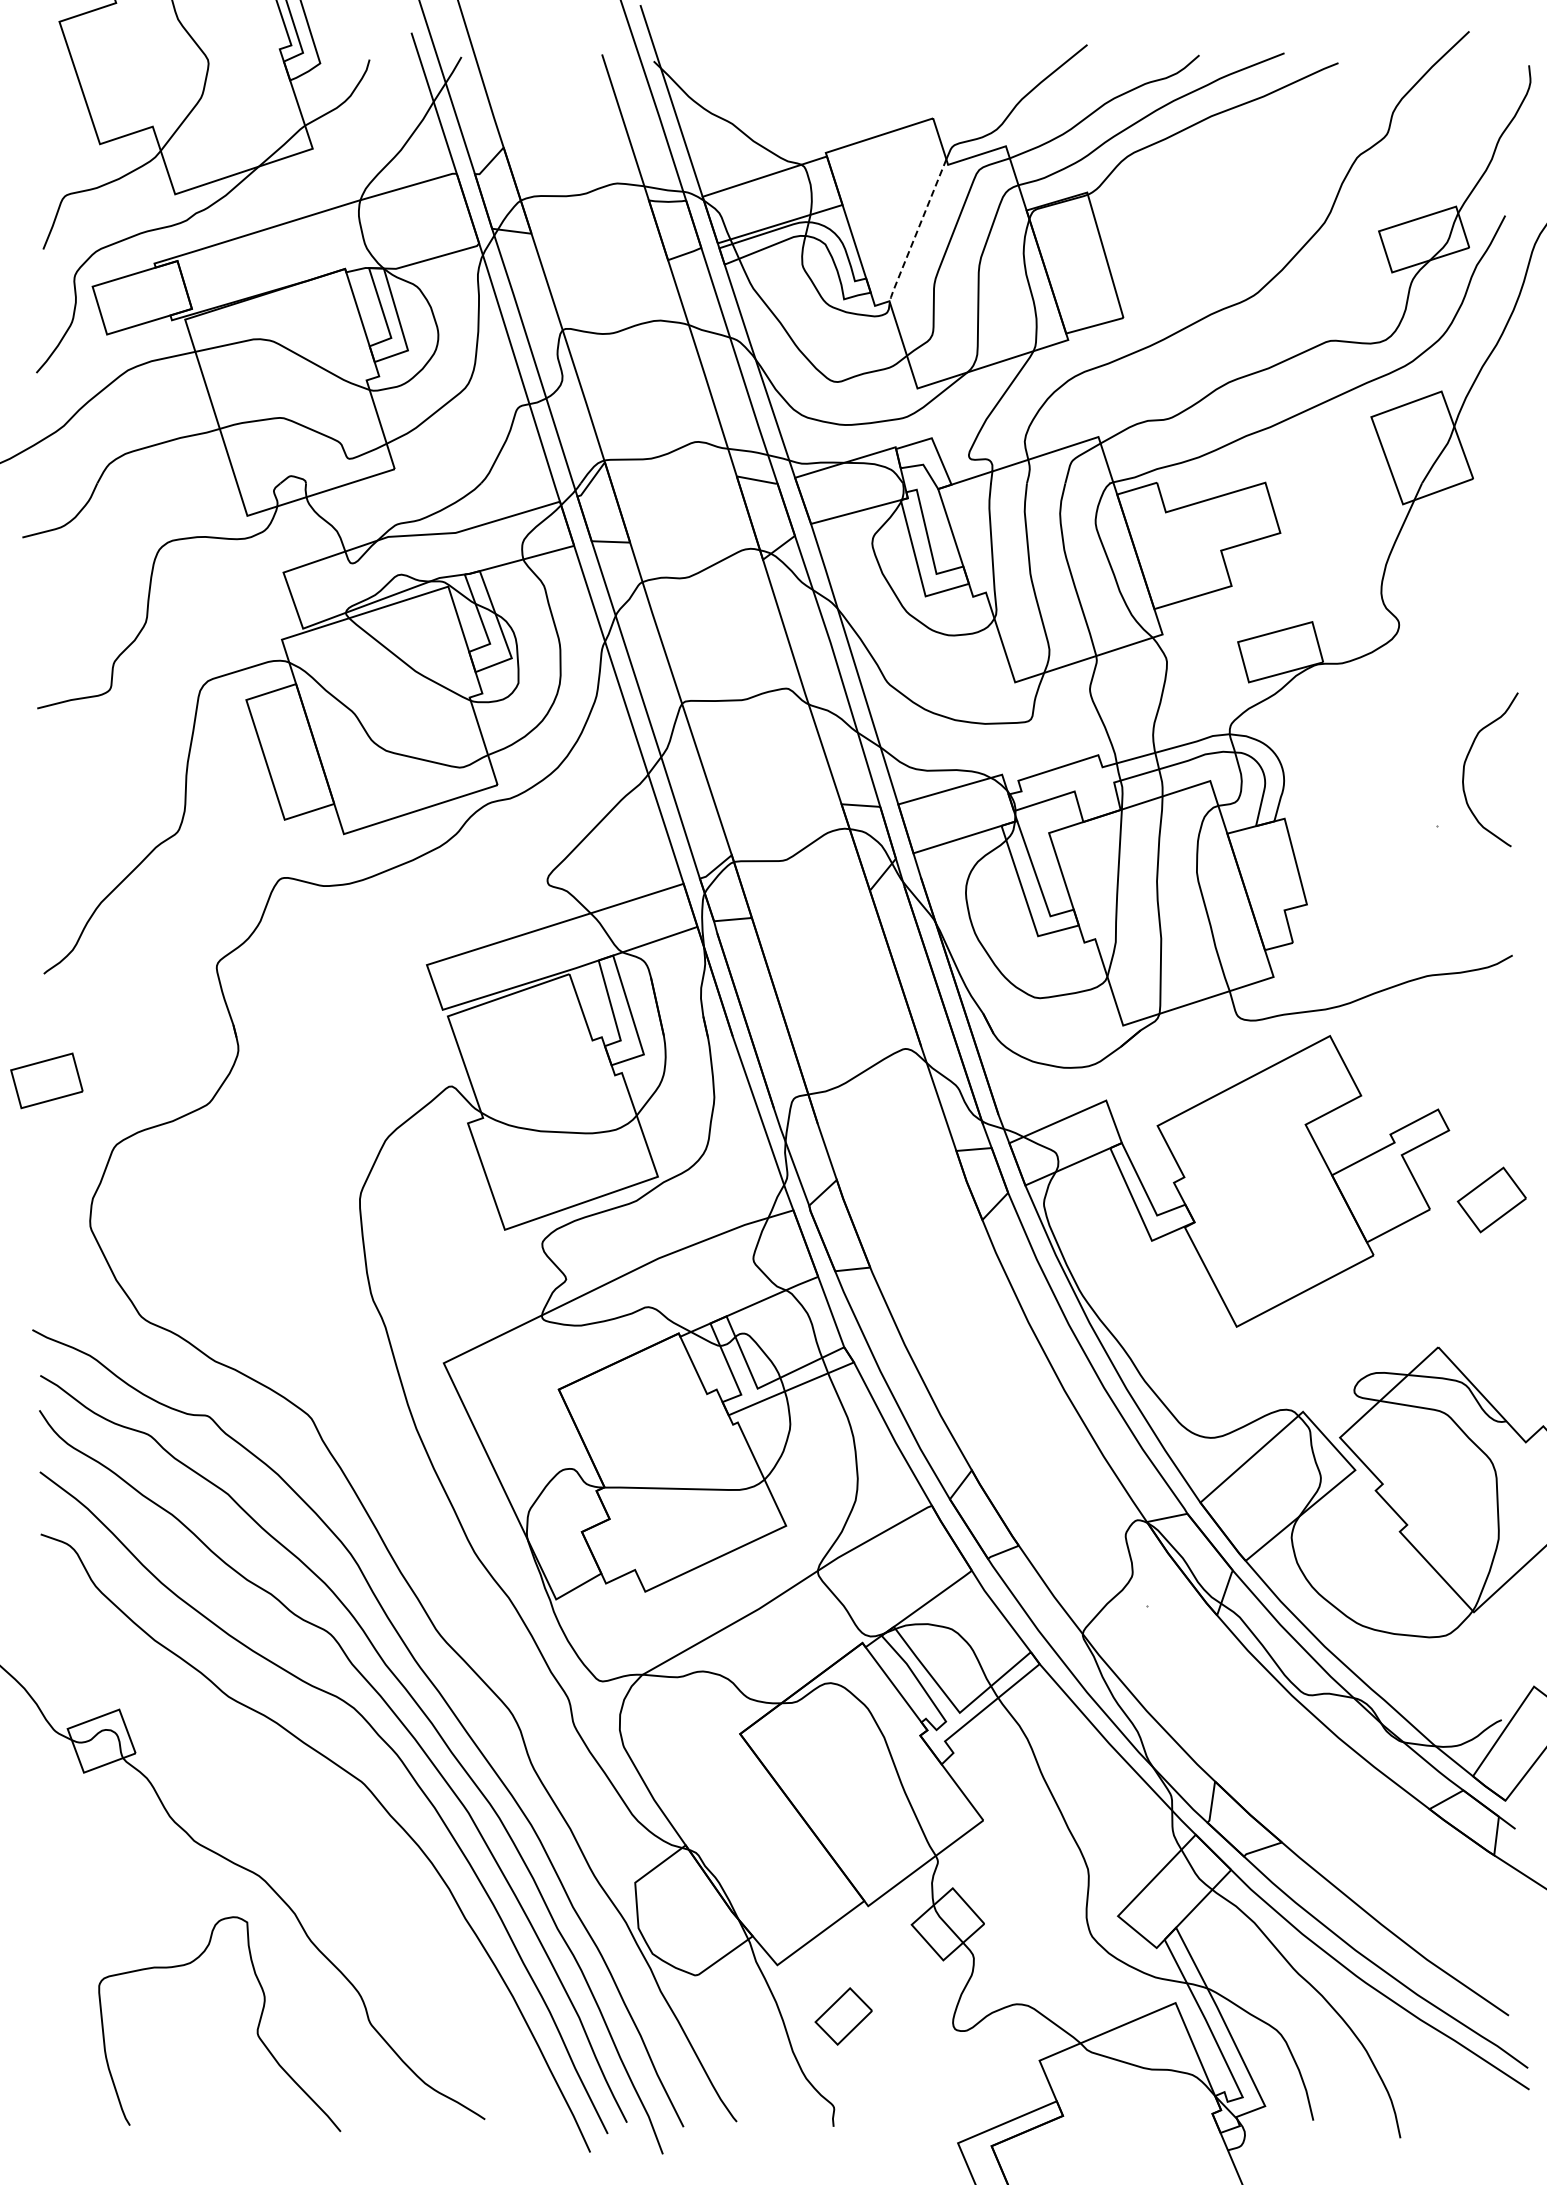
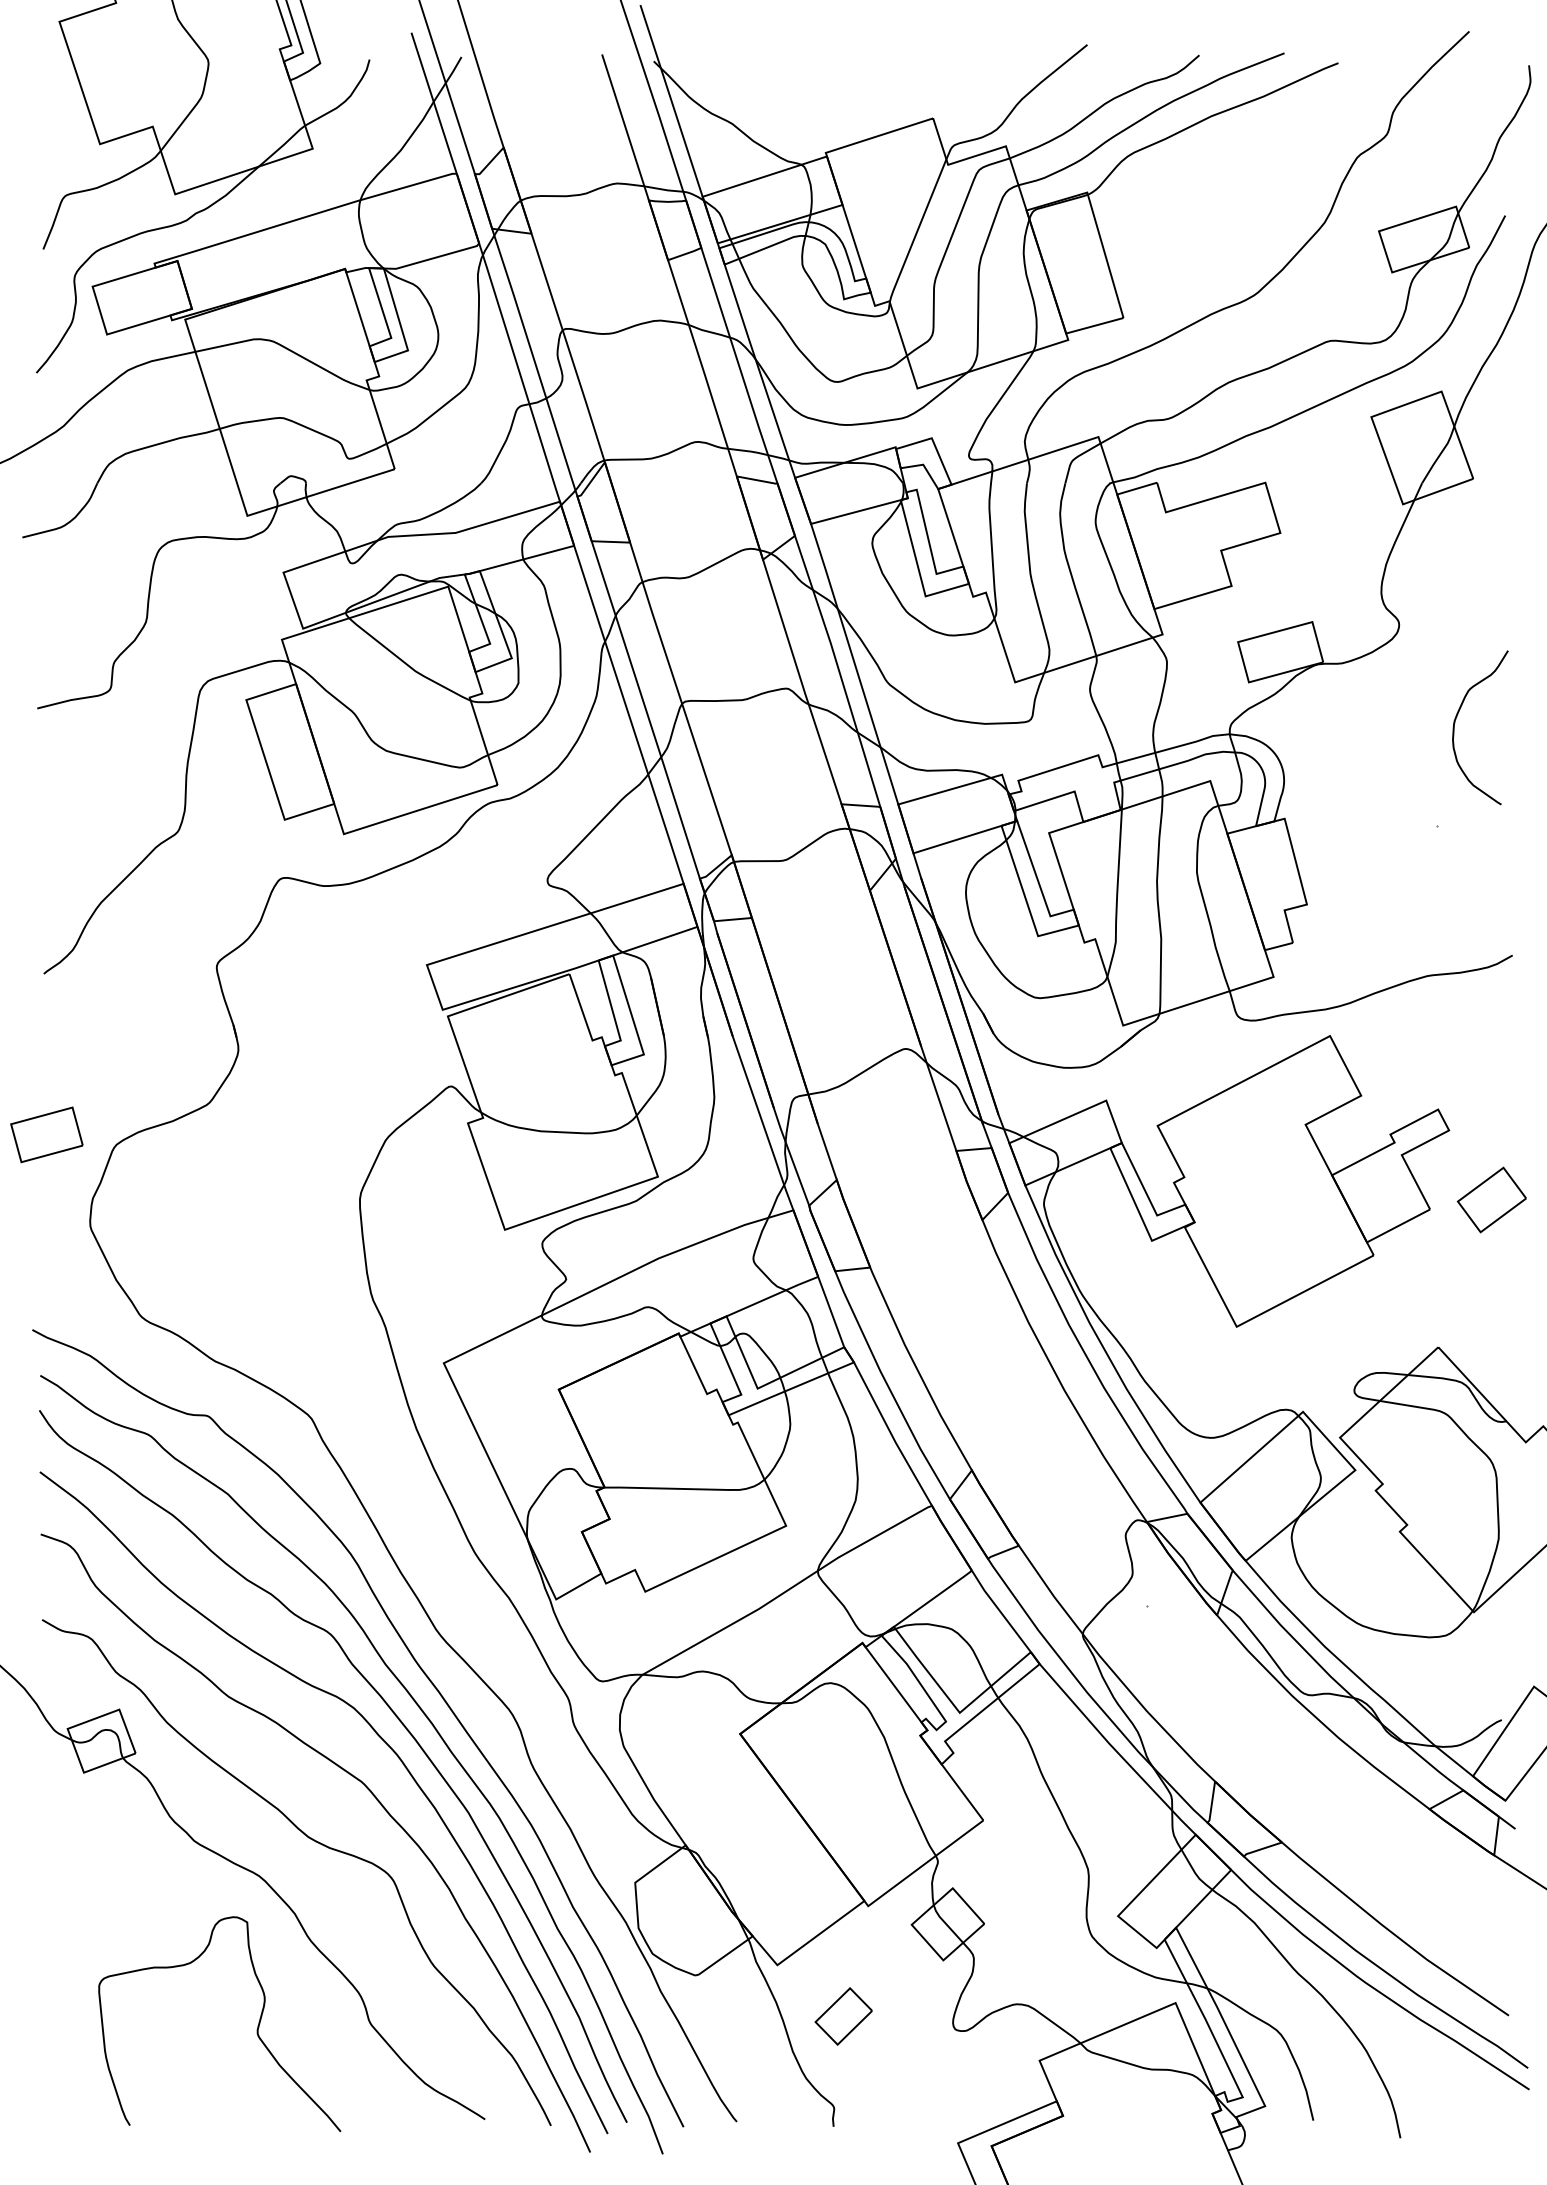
line at (916, 232): dashed -> solid
curve at (1466, 761) position: (1466, 761) -> (1456, 719)
part at (46, 1080) position: (46, 1080) -> (46, 1134)
curve at (315, 1842): none -> present
